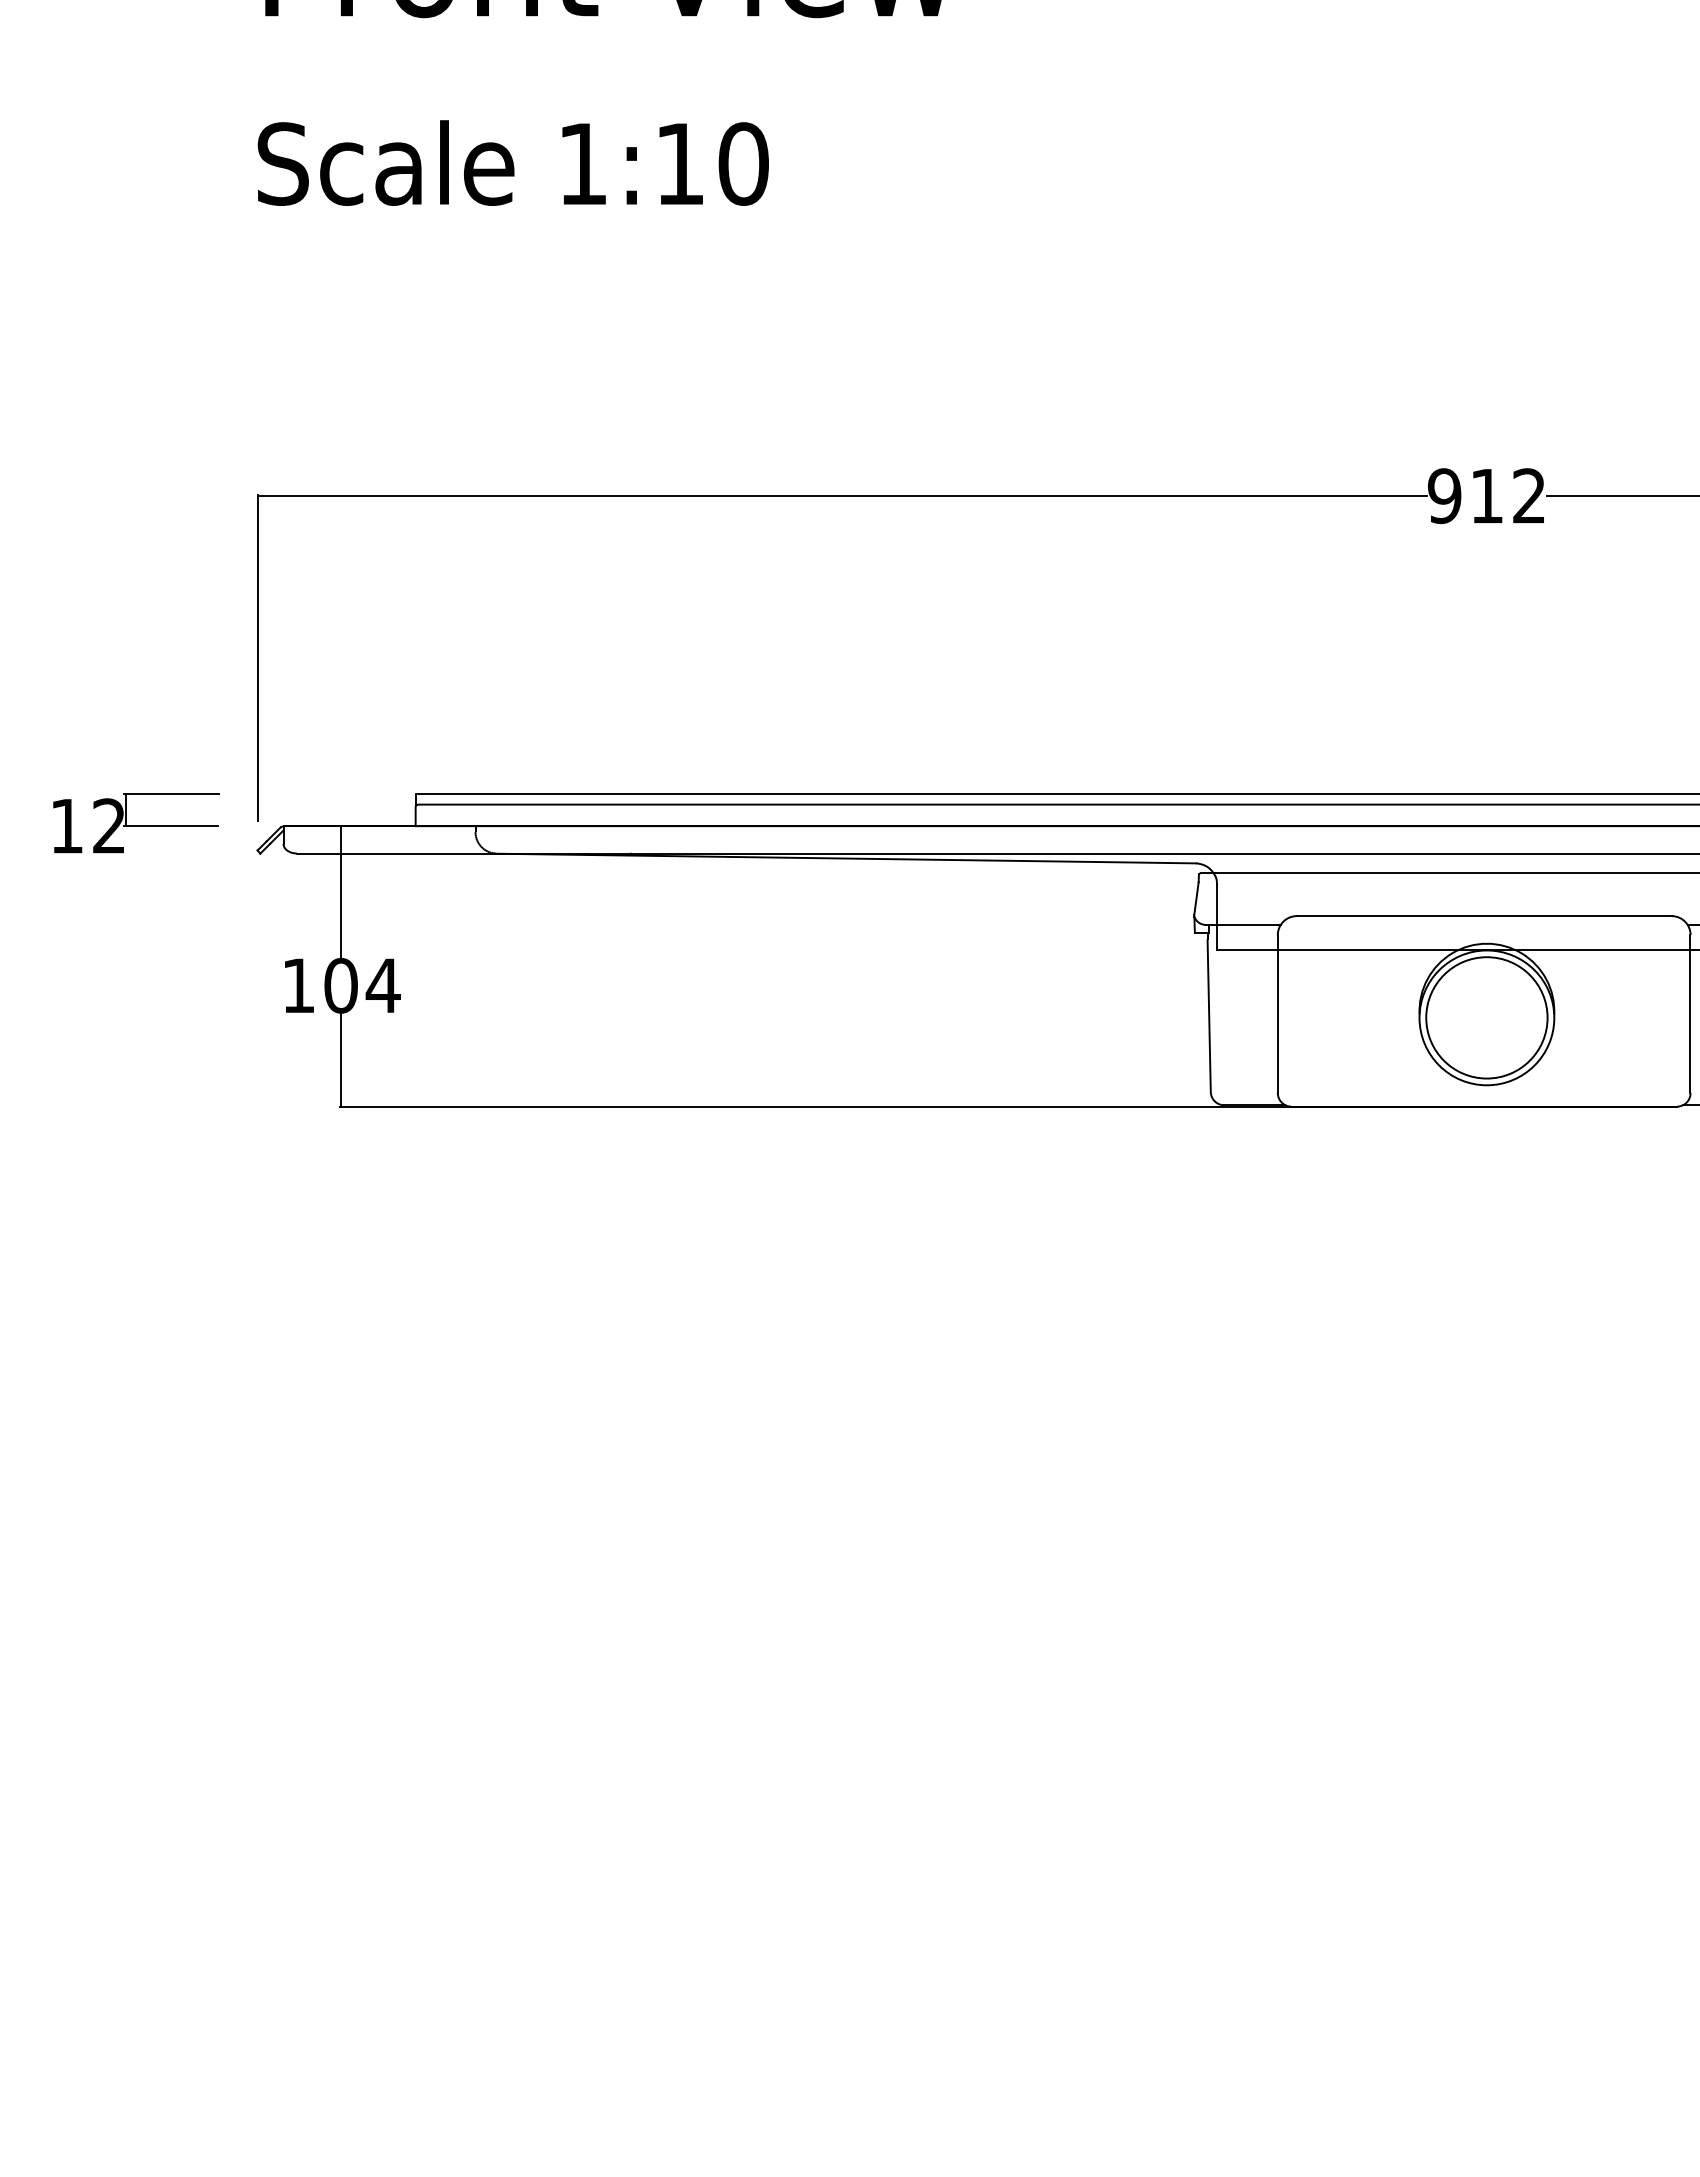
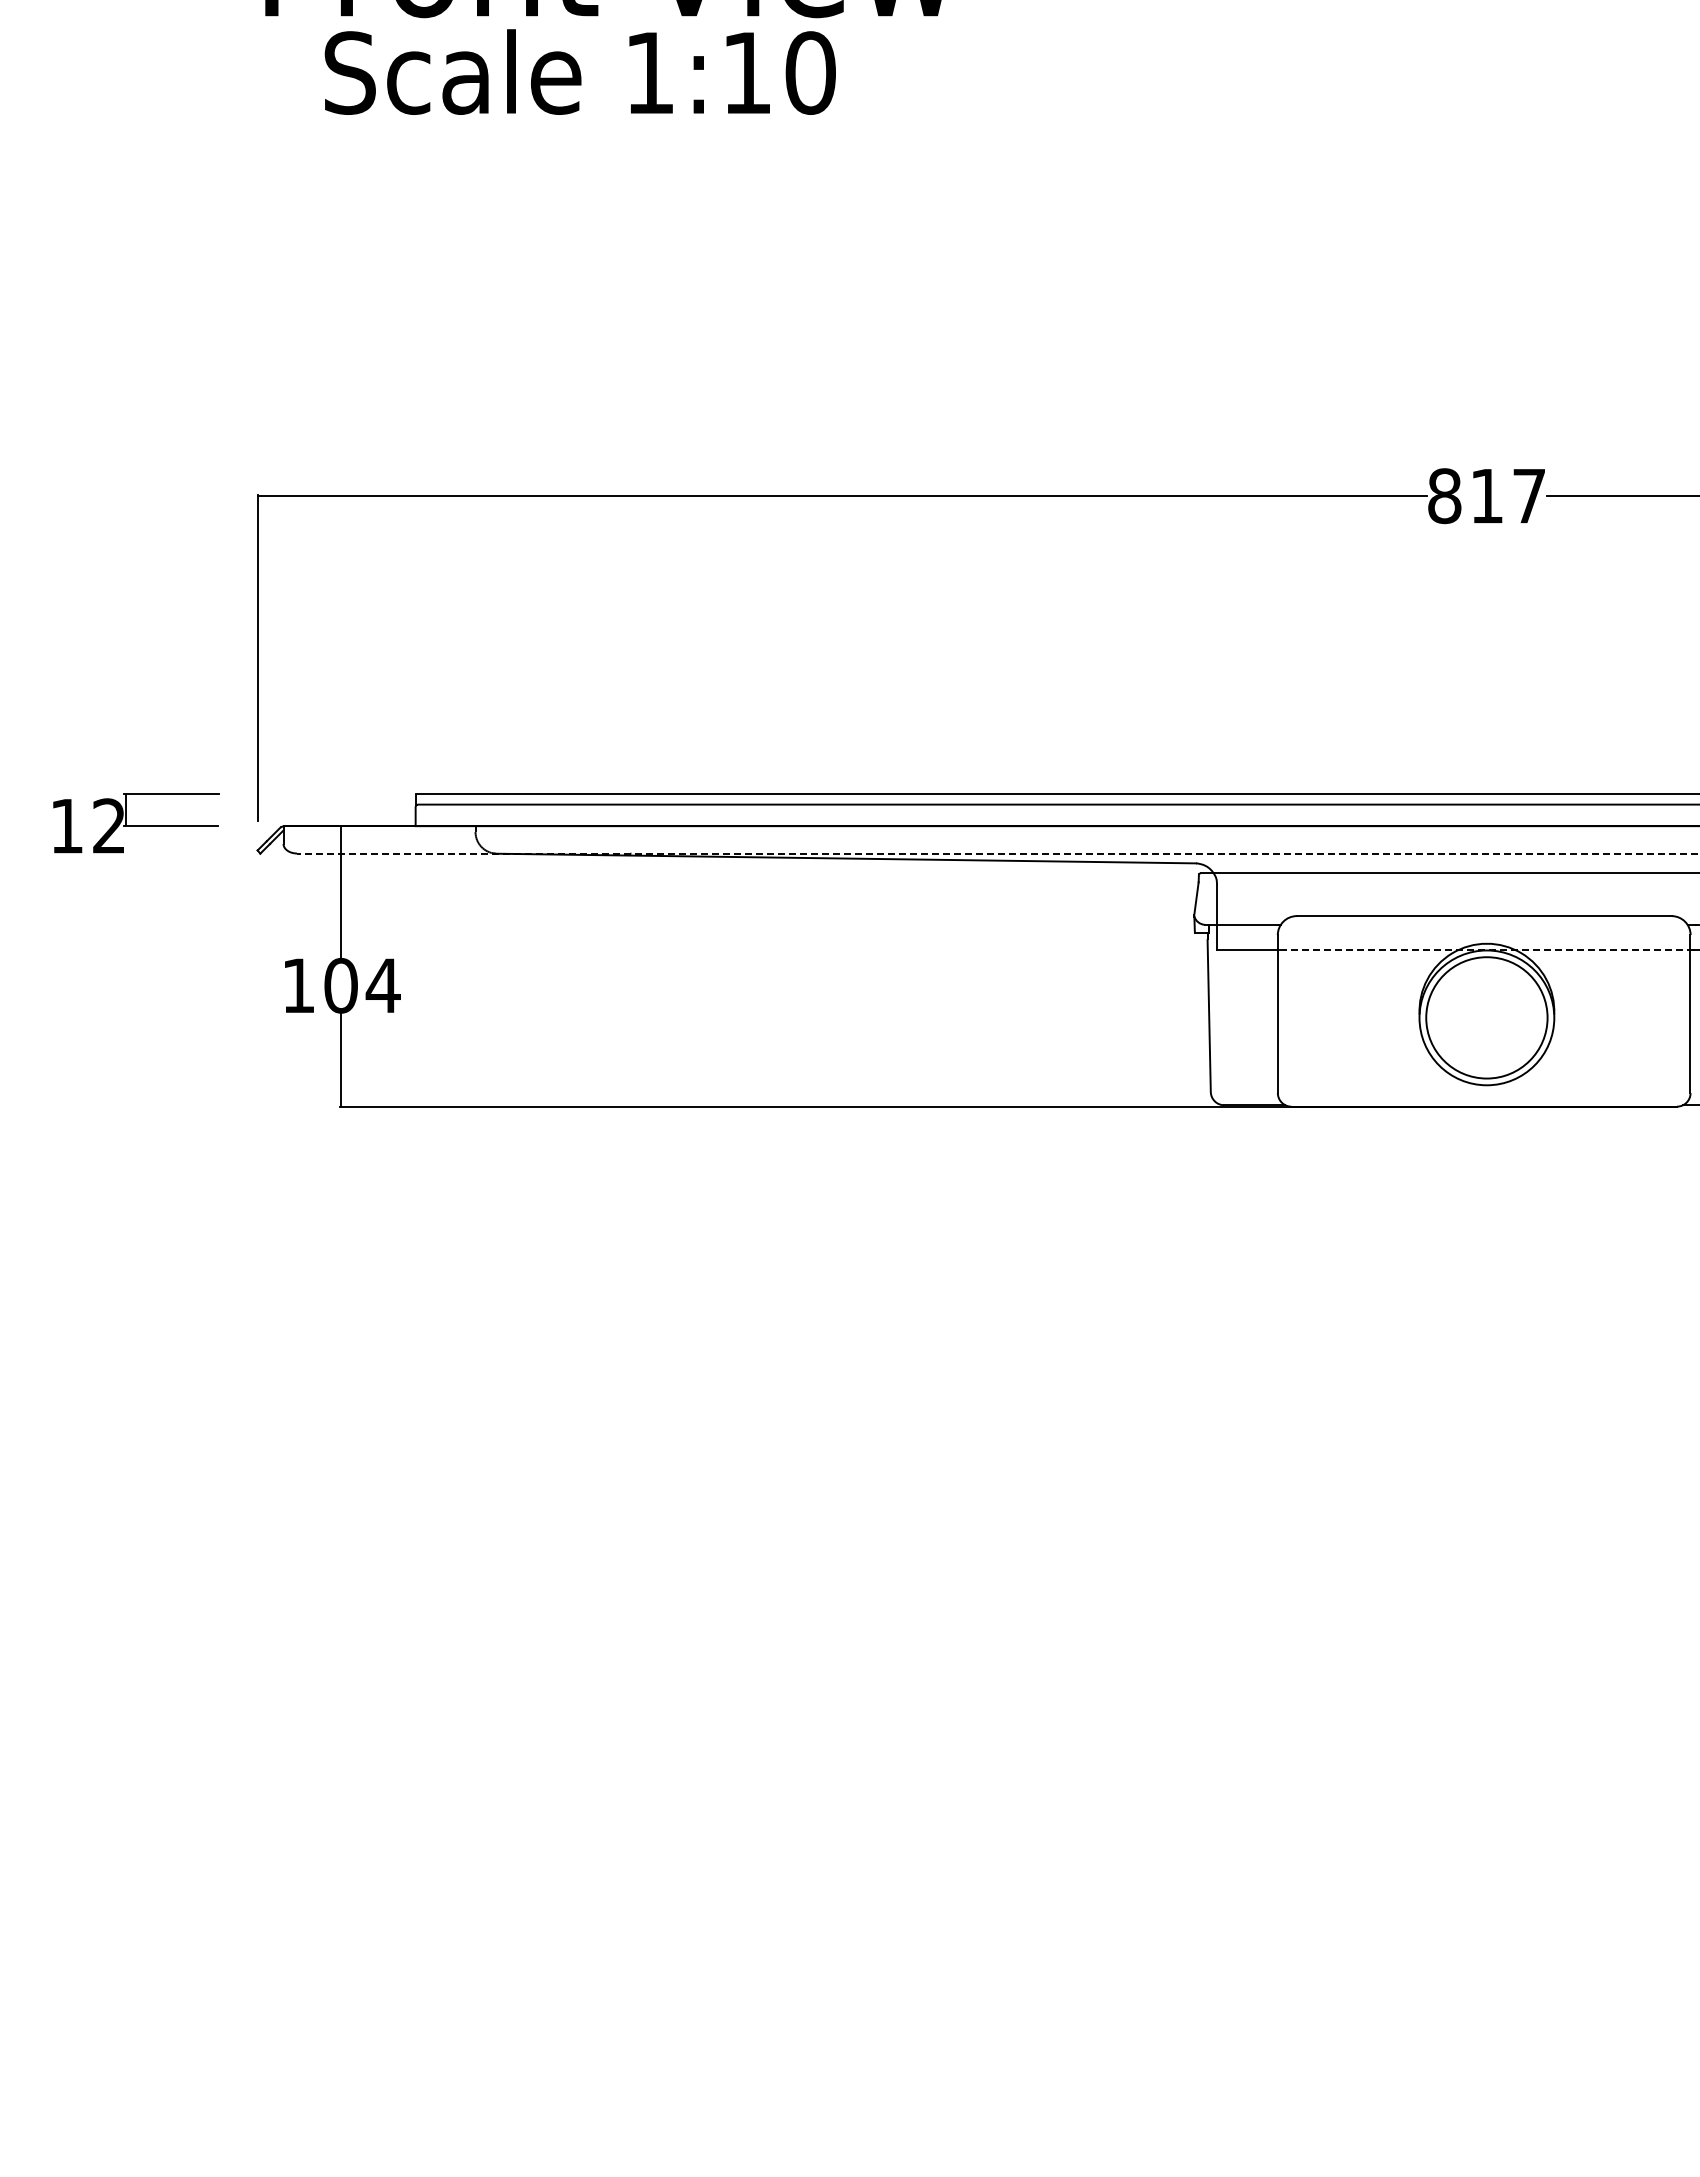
text at (512, 162) position: (512, 162) -> (579, 71)
text at (1485, 496): 912 -> 817
line at (997, 853): solid -> dashed
line at (1486, 950): solid -> dashed
